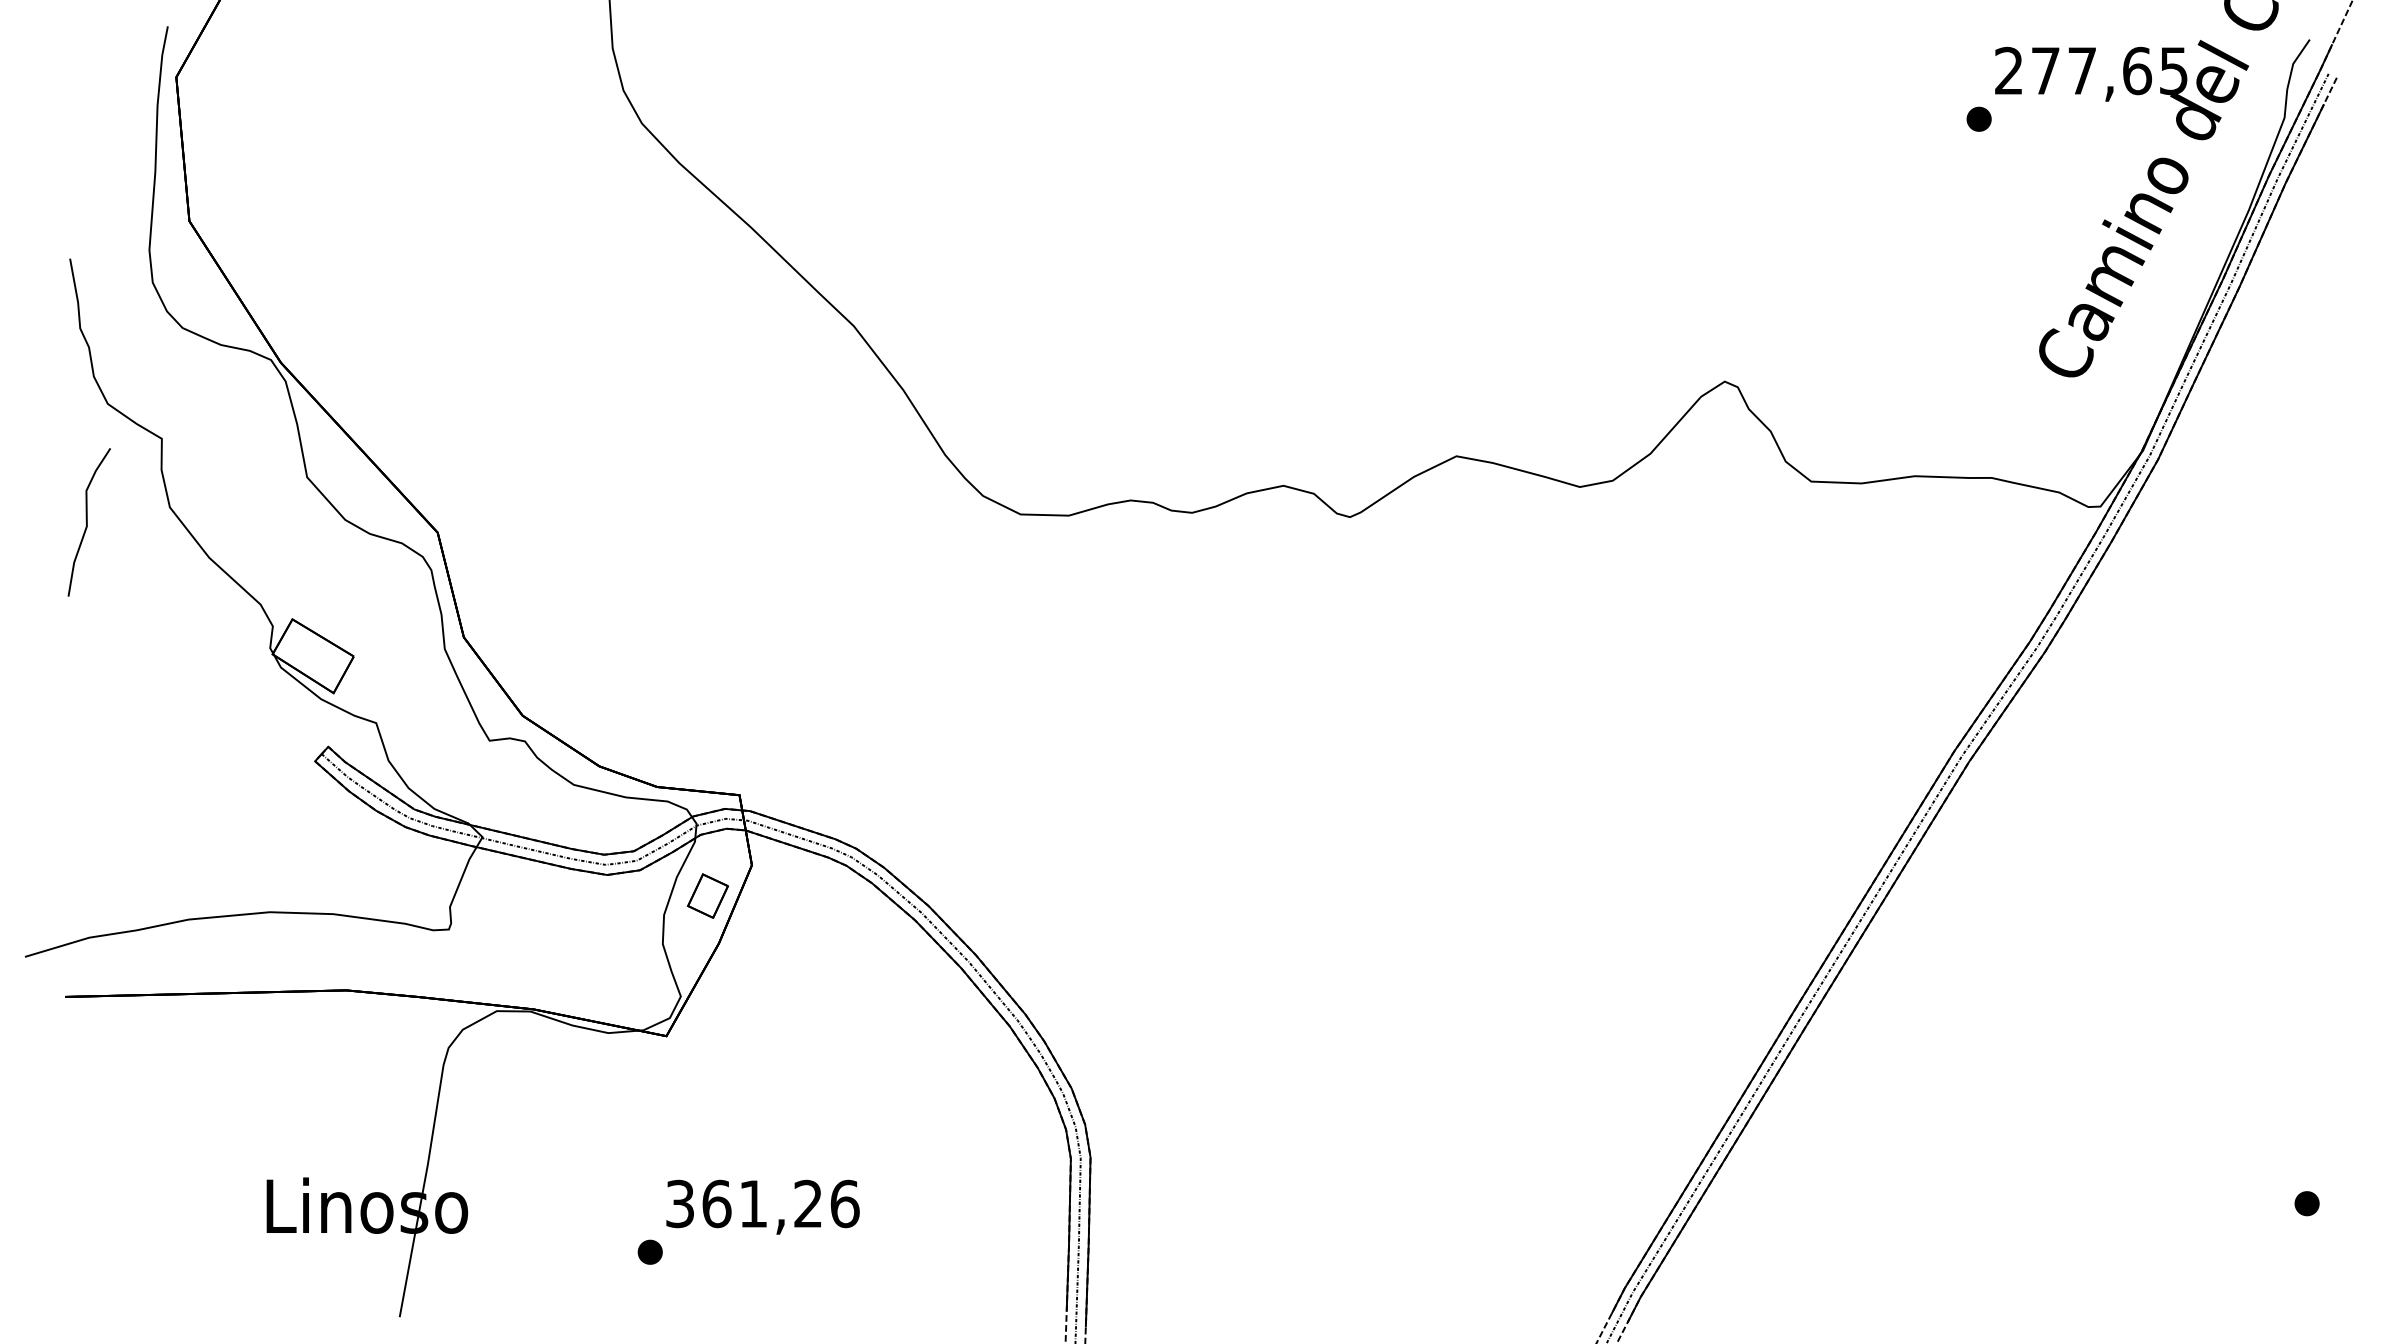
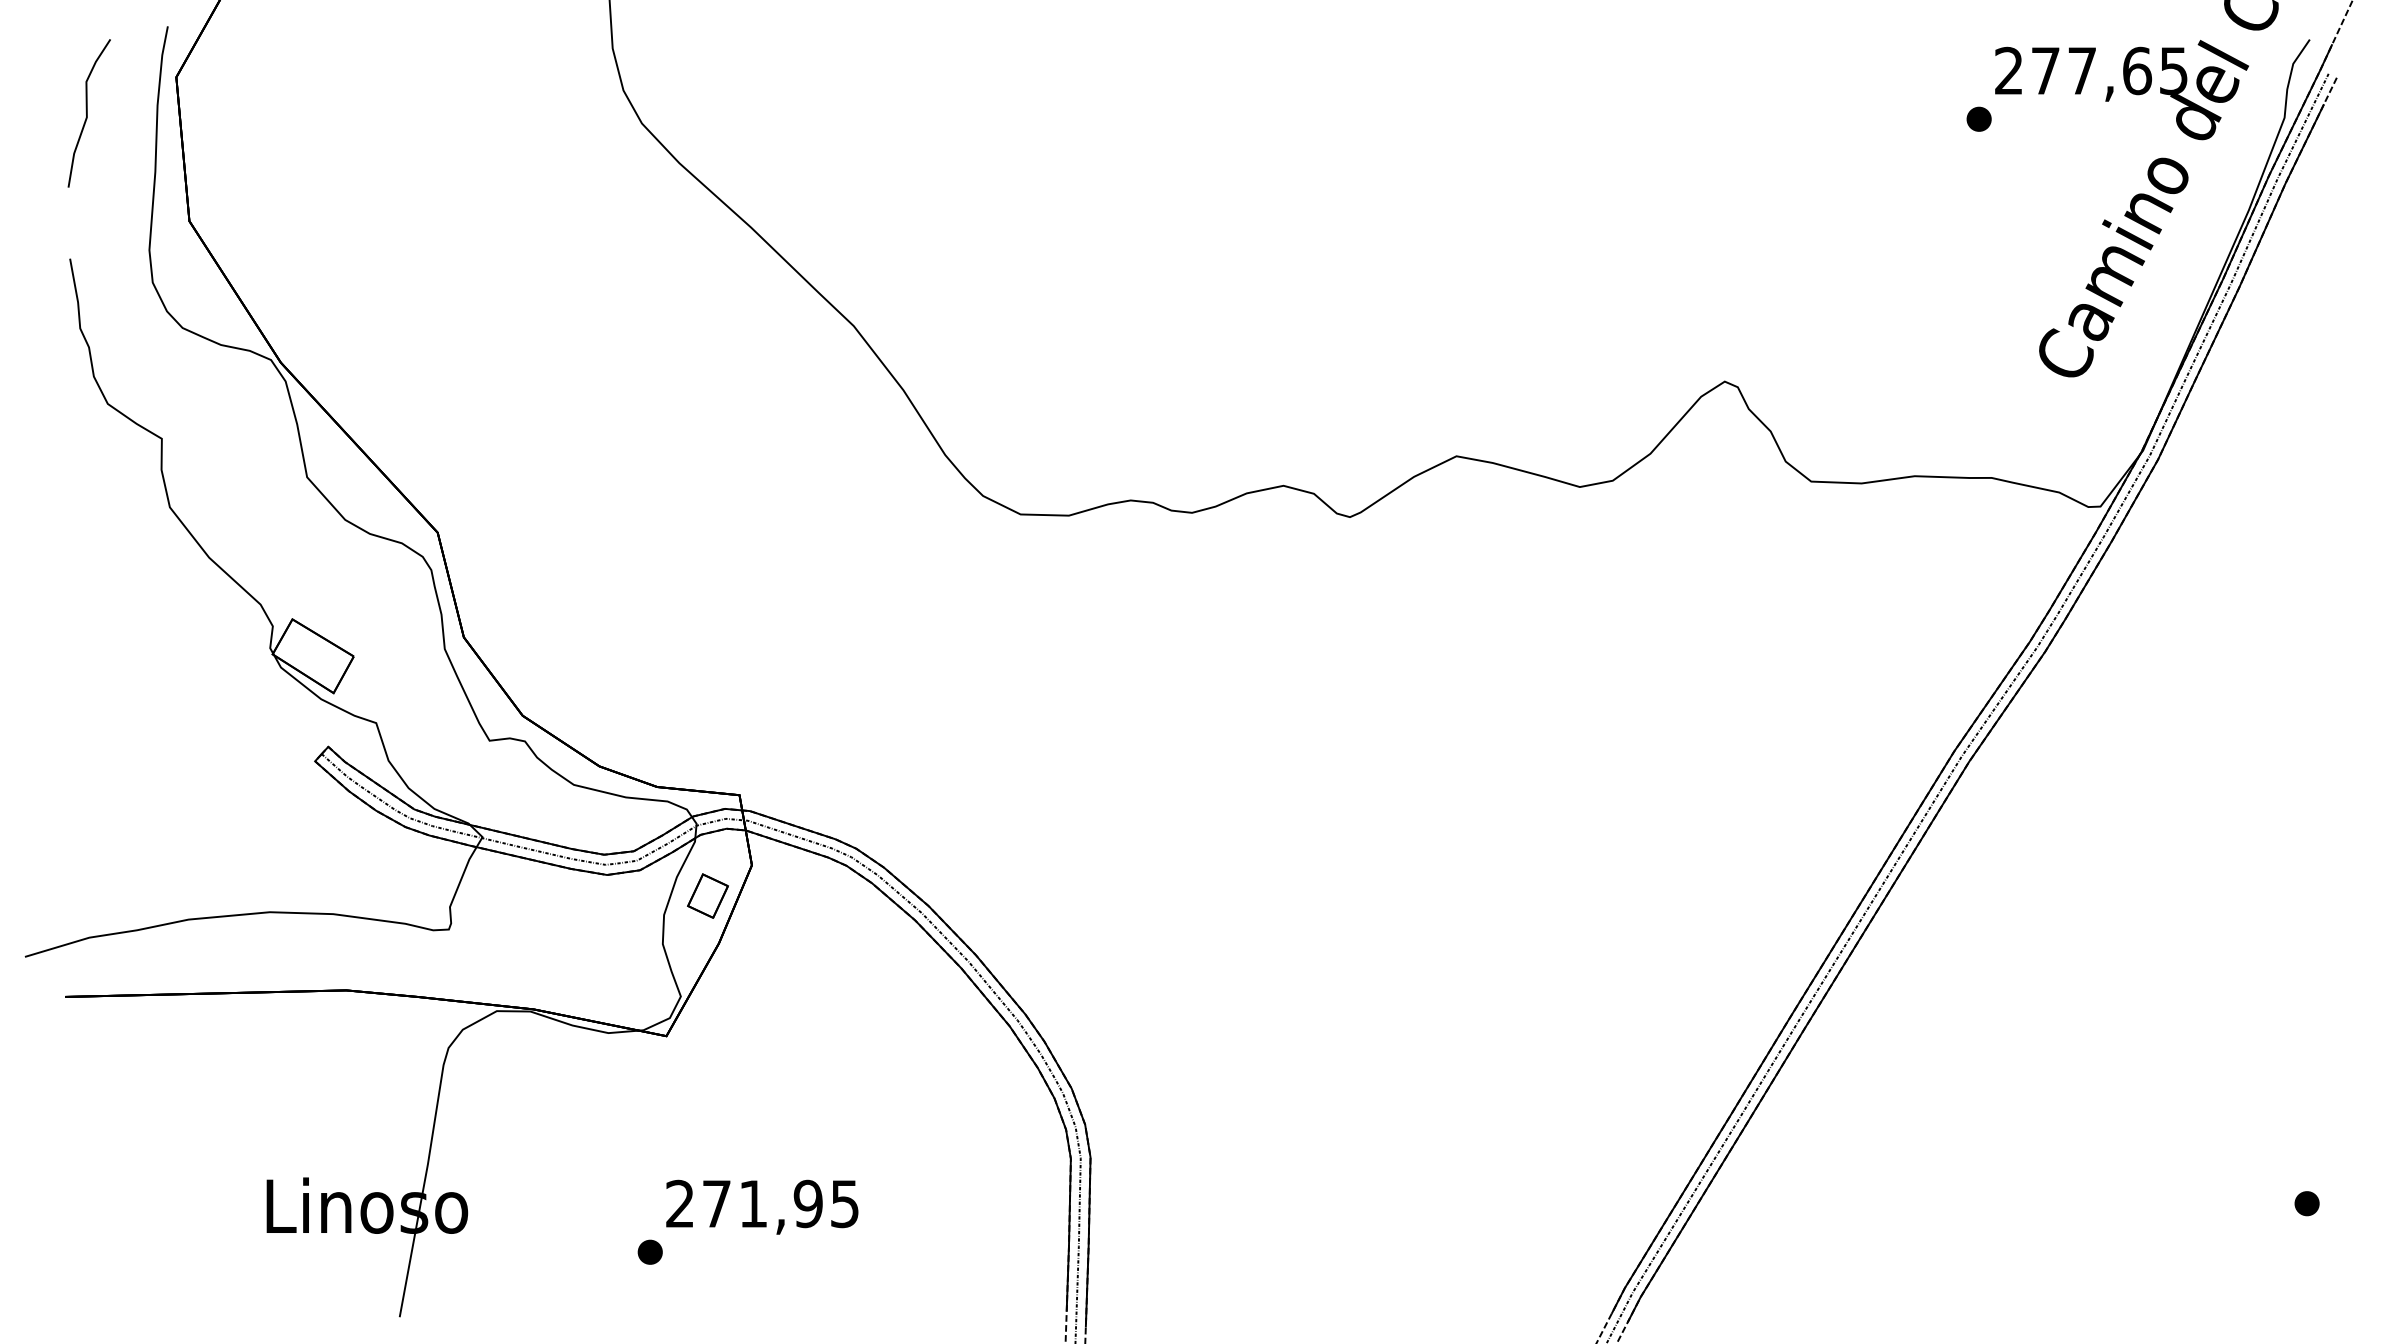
curve at (87, 522) position: (87, 522) -> (87, 113)
text at (762, 1203): 361,26 -> 271,95
